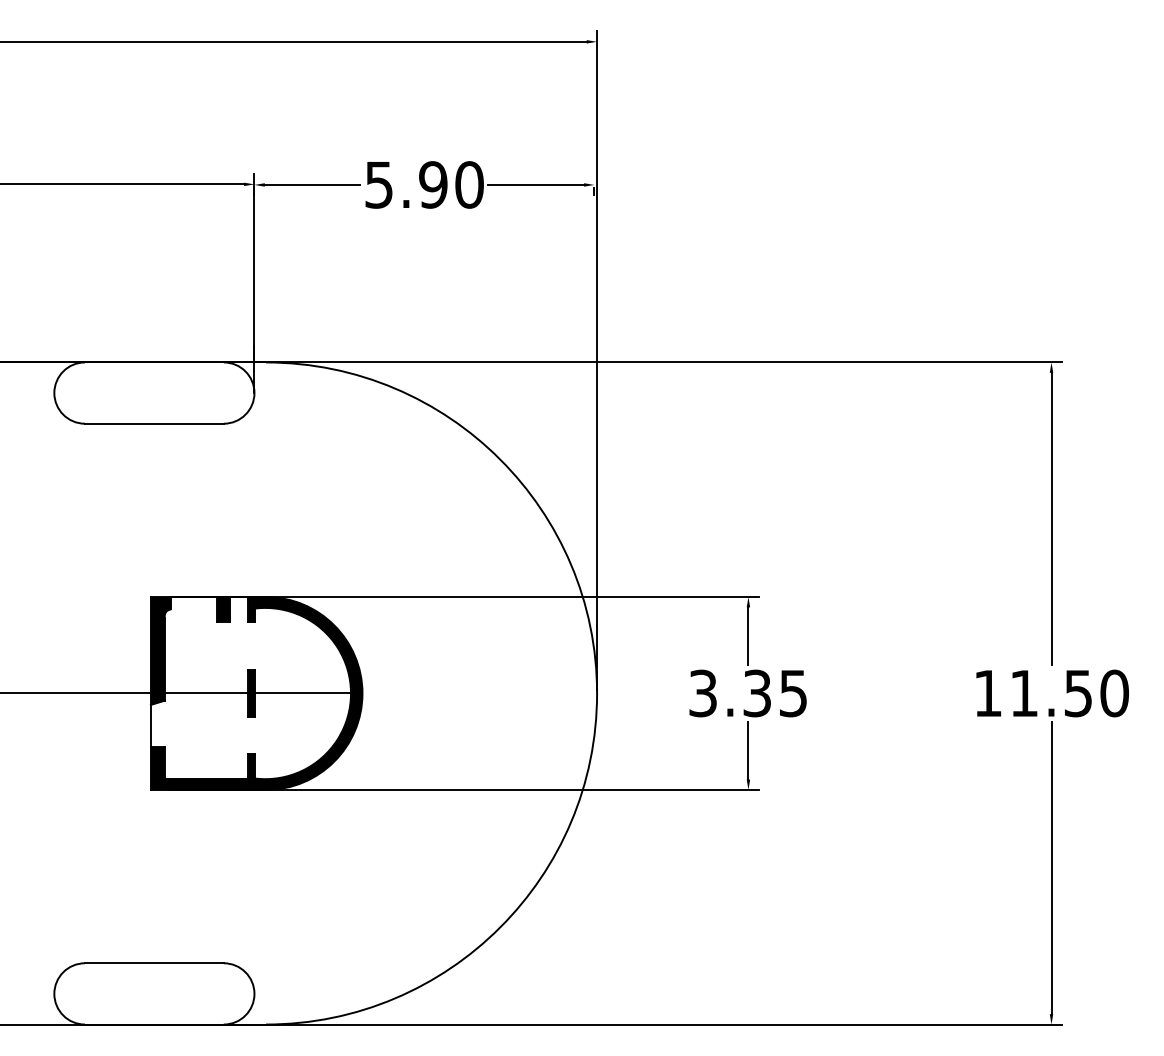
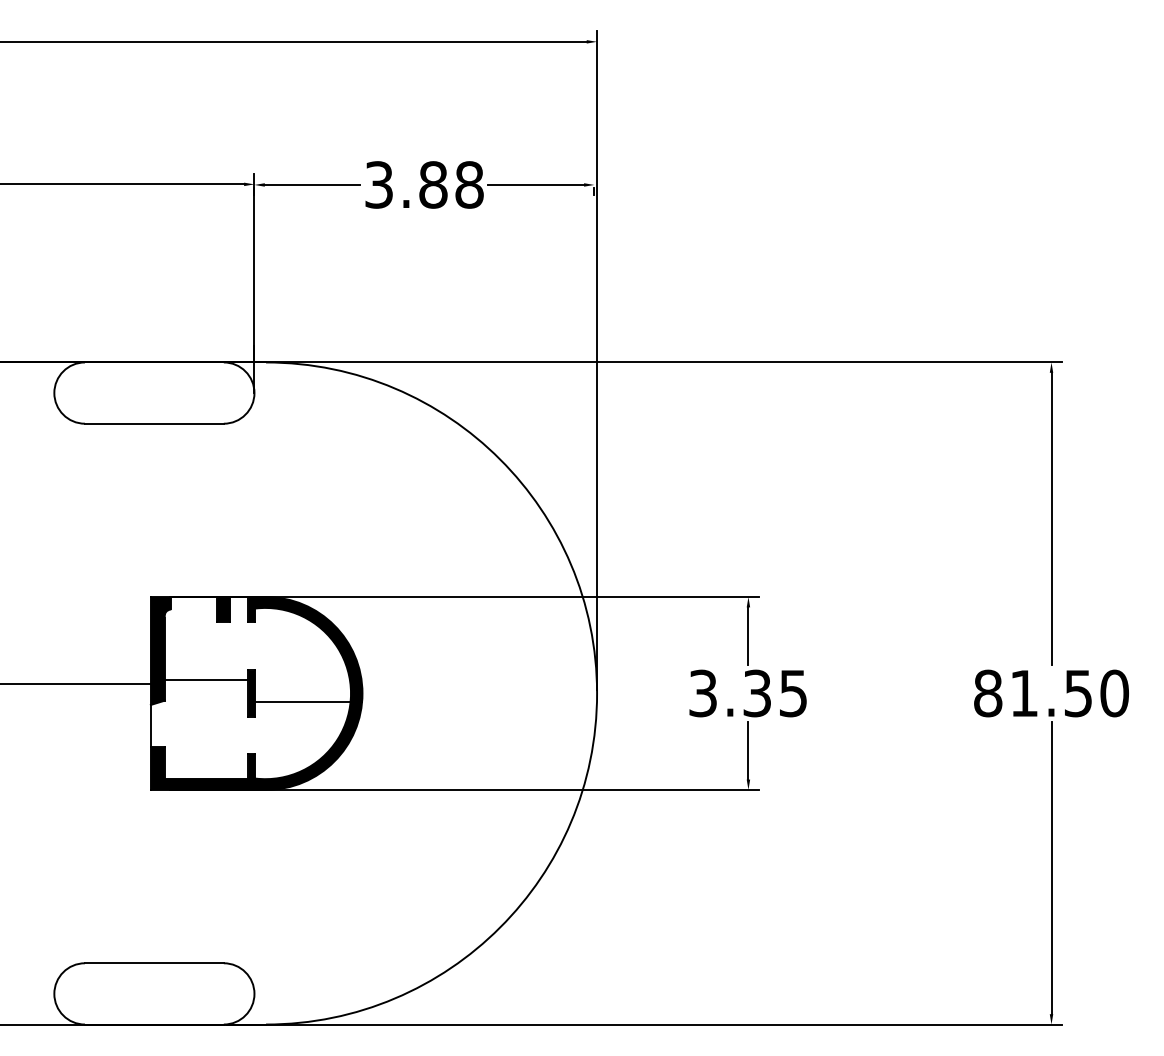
text at (424, 184): 5.90 -> 3.88
line at (76, 693) position: (76, 693) -> (76, 684)
line at (206, 693) position: (206, 693) -> (206, 680)
line at (308, 693) position: (308, 693) -> (308, 702)
text at (988, 693): 11.50 -> 81.50
